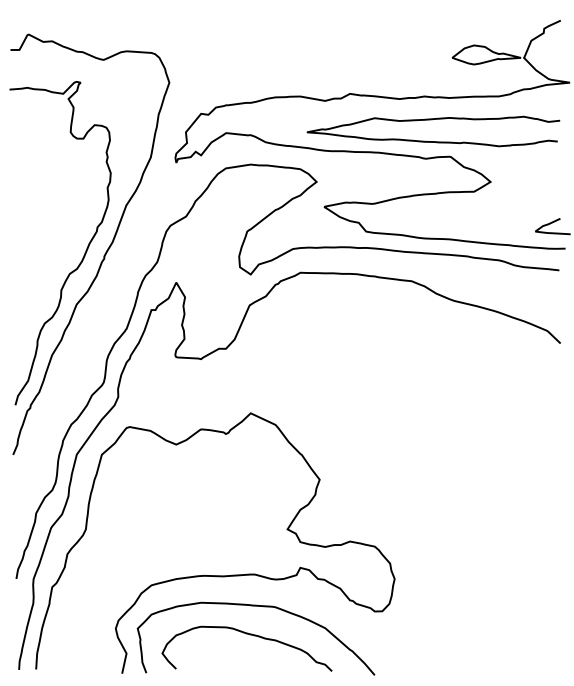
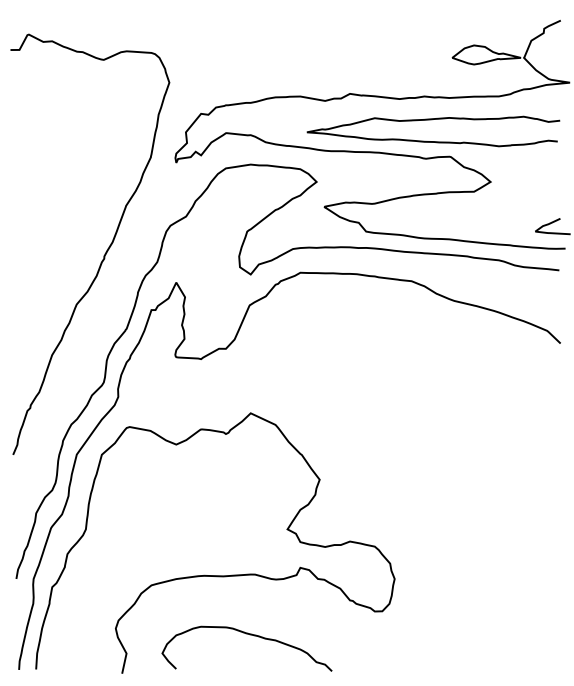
curve at (84, 252): present -> none
curve at (255, 606): present -> none
